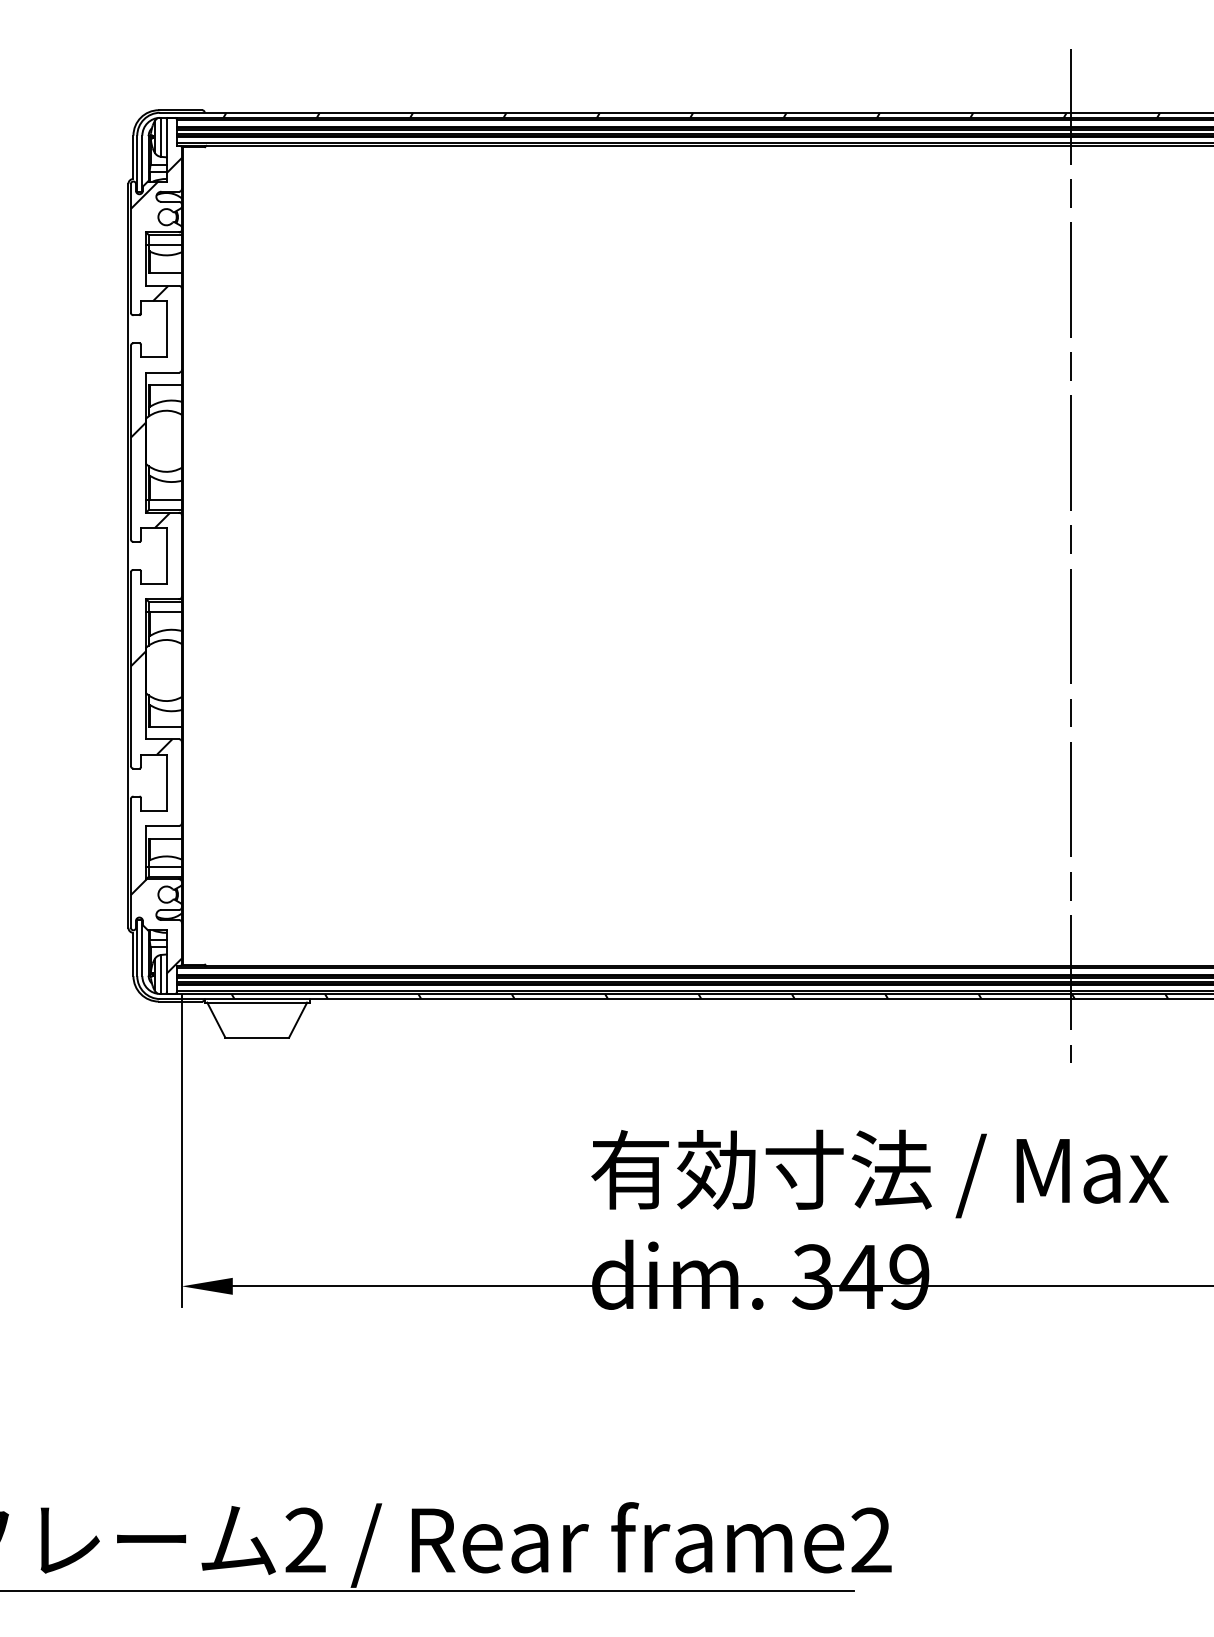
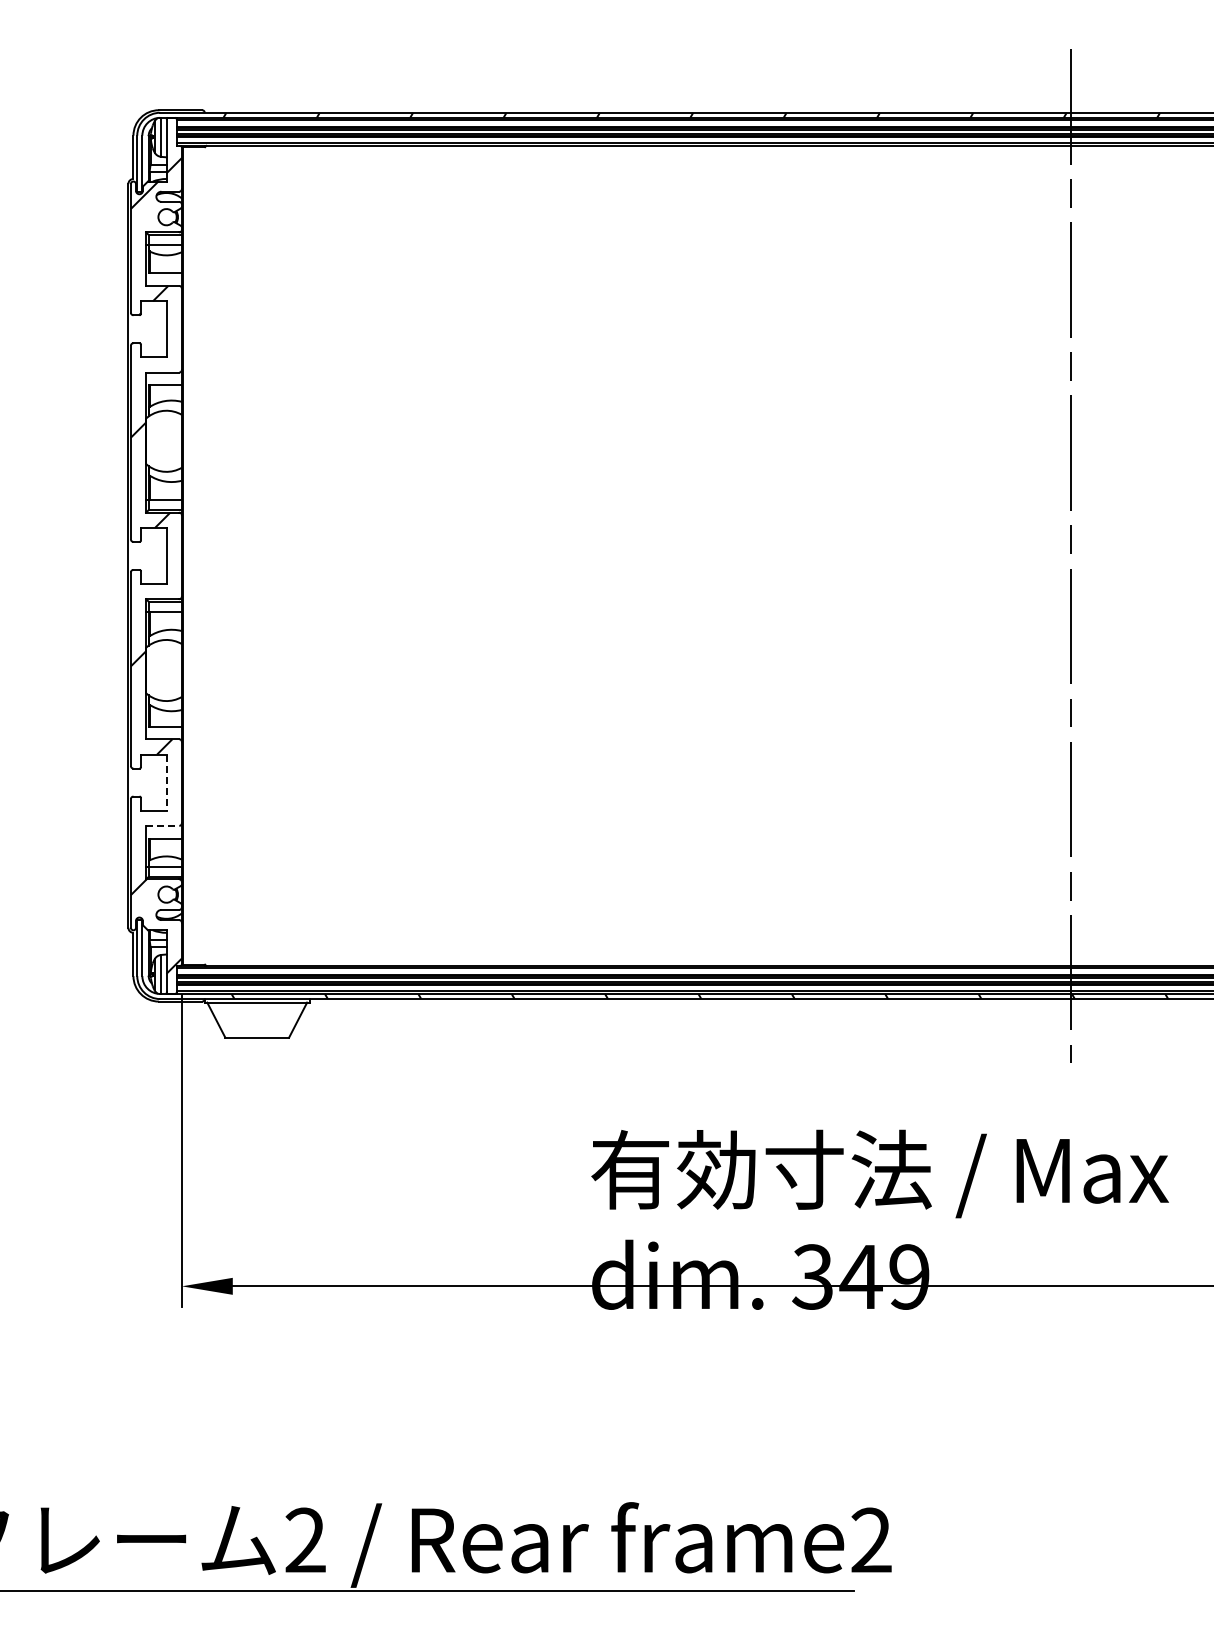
line at (166, 783): solid -> dashed
line at (162, 825): solid -> dashed
